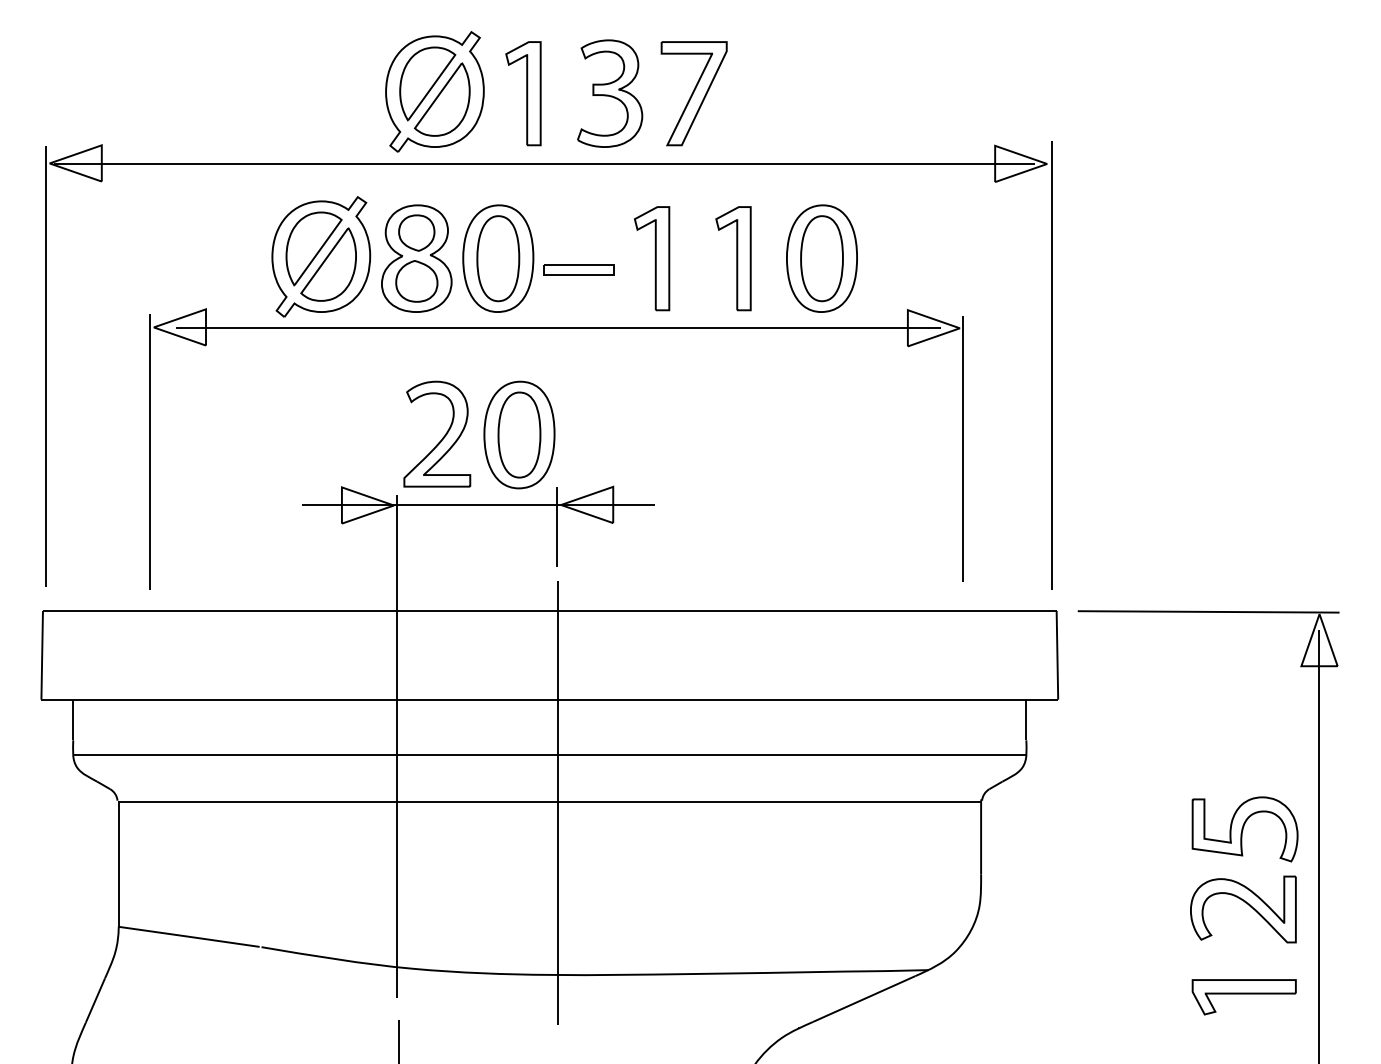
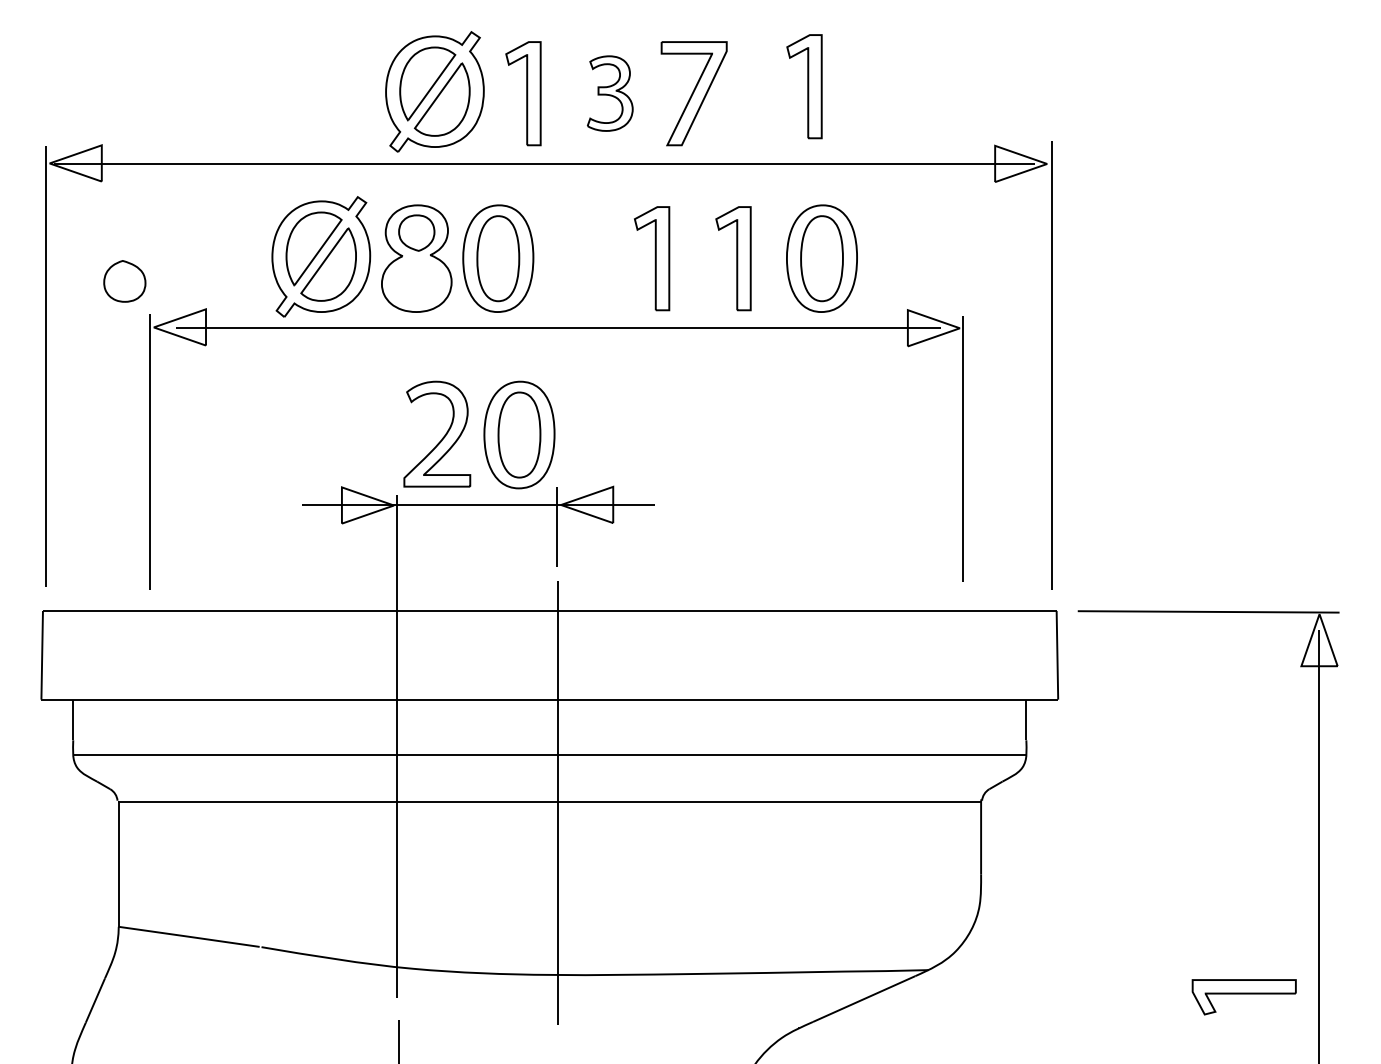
part at (804, 86): none -> present
part at (610, 93) size: 67x109 px -> 47x77 px
part at (578, 269): present -> none
part at (416, 281) position: (416, 281) -> (124, 281)
part at (1244, 829): present -> none
part at (1245, 903): present -> none
